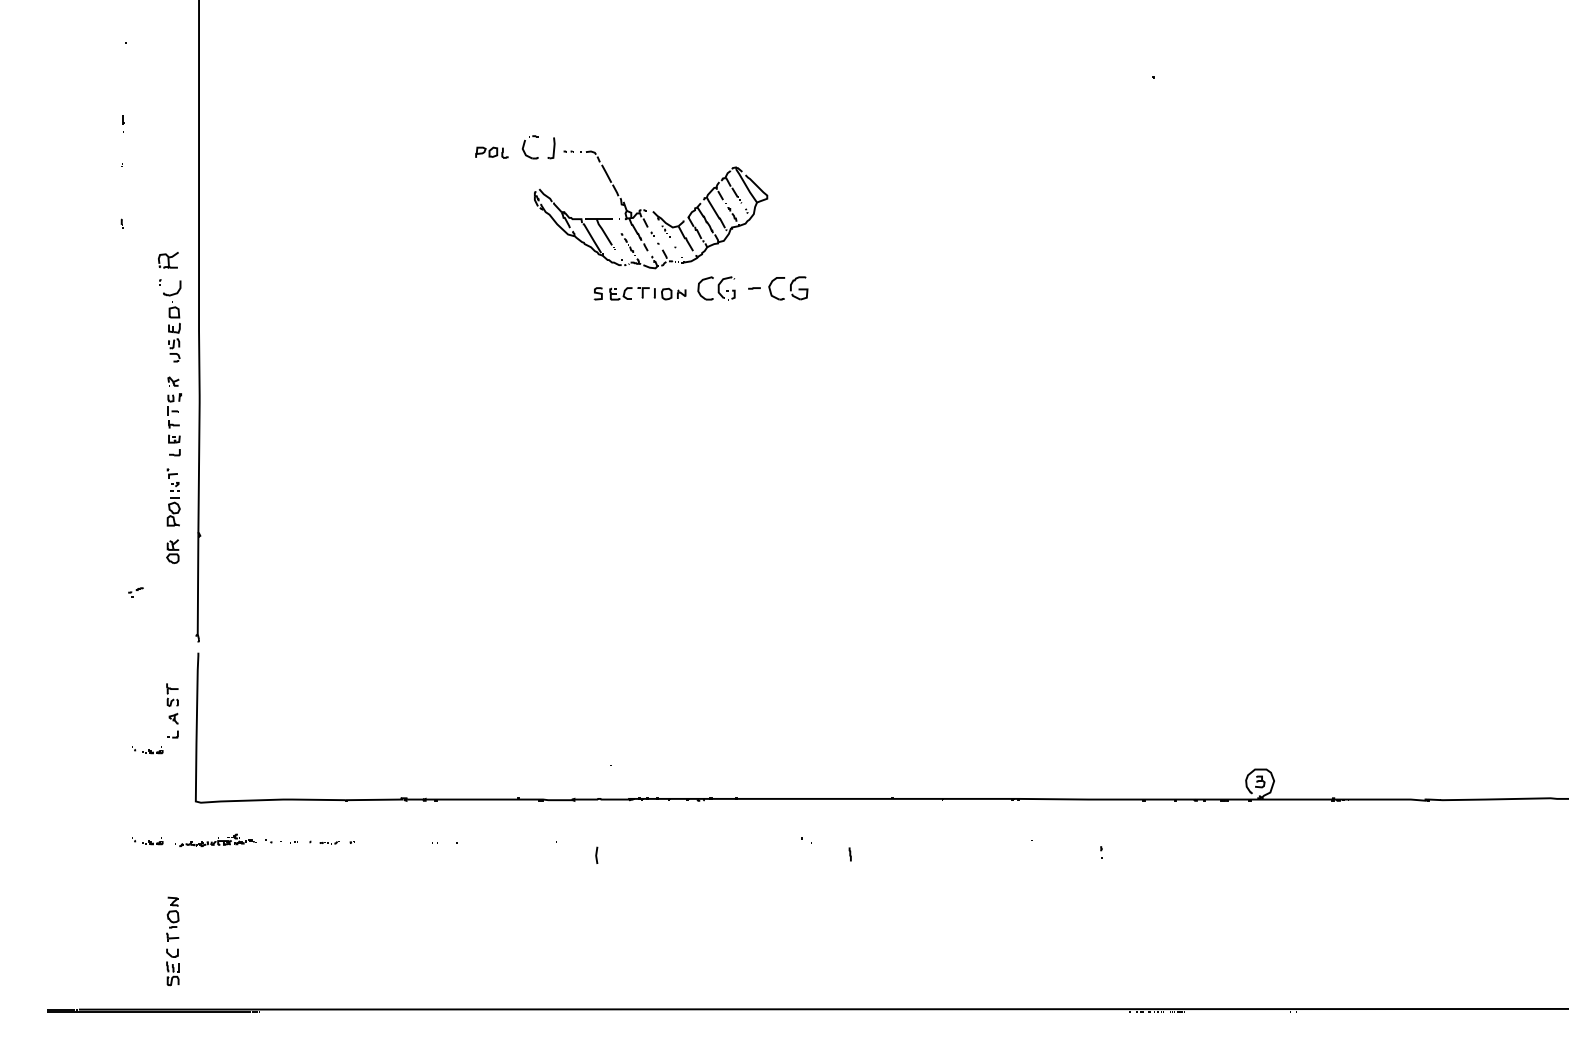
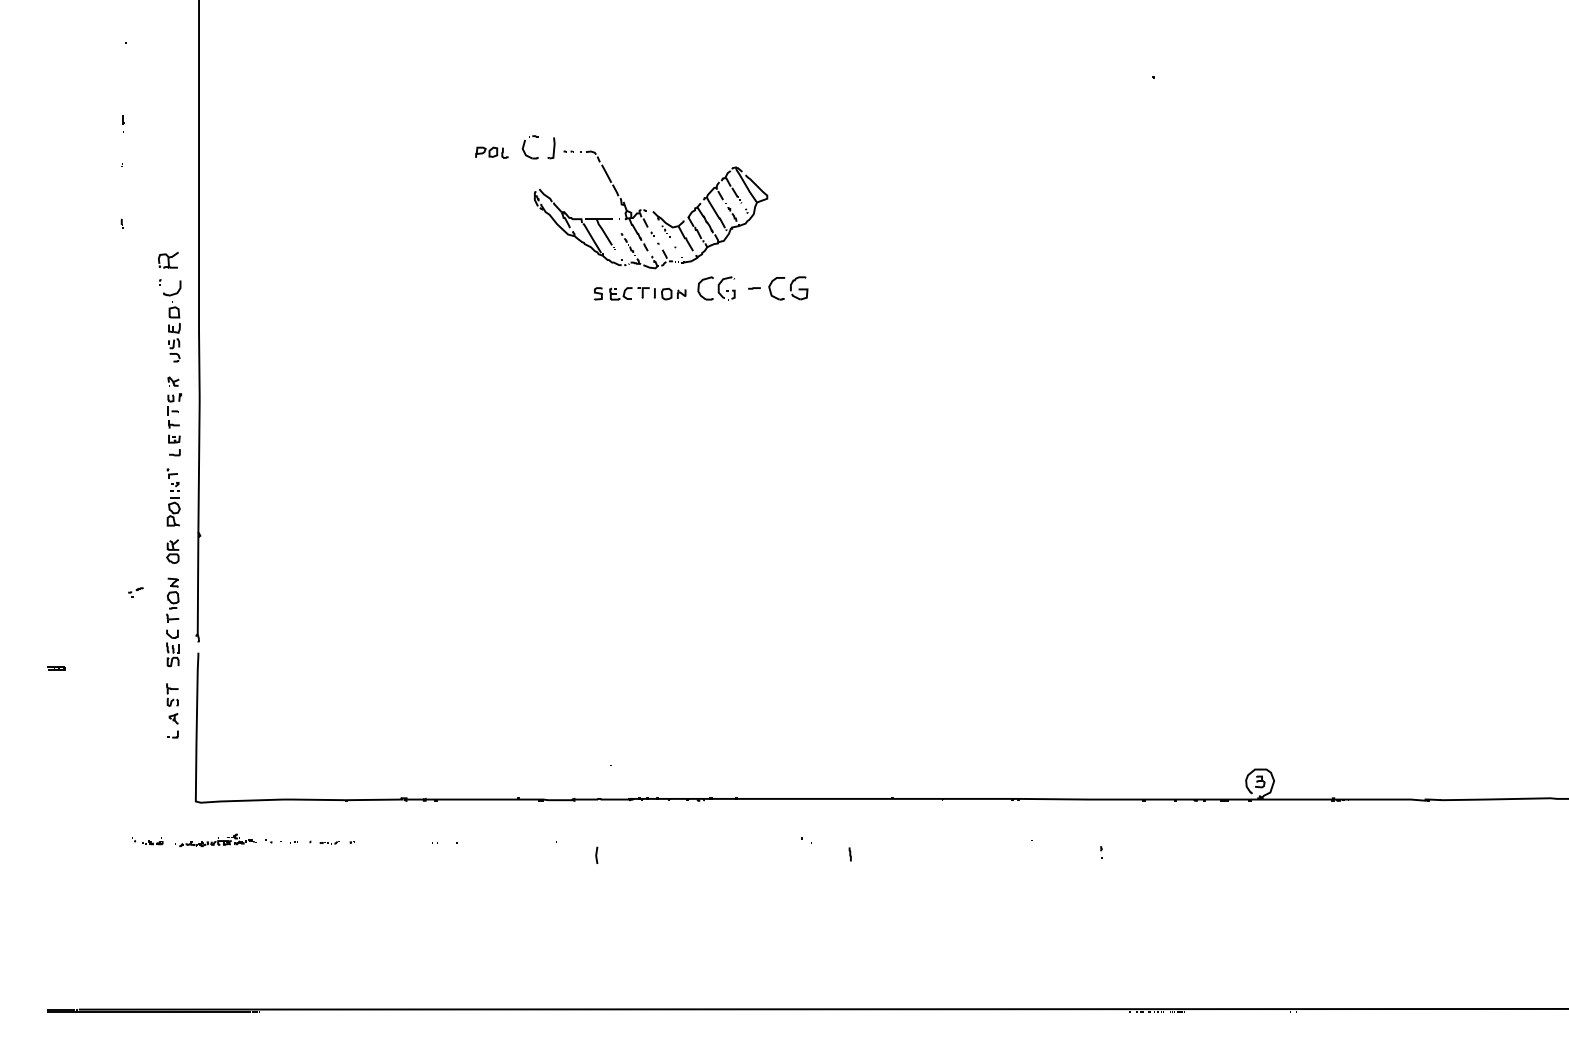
part at (56, 668): none -> present
part at (147, 750): present -> none
part at (172, 941) position: (172, 941) -> (172, 622)
